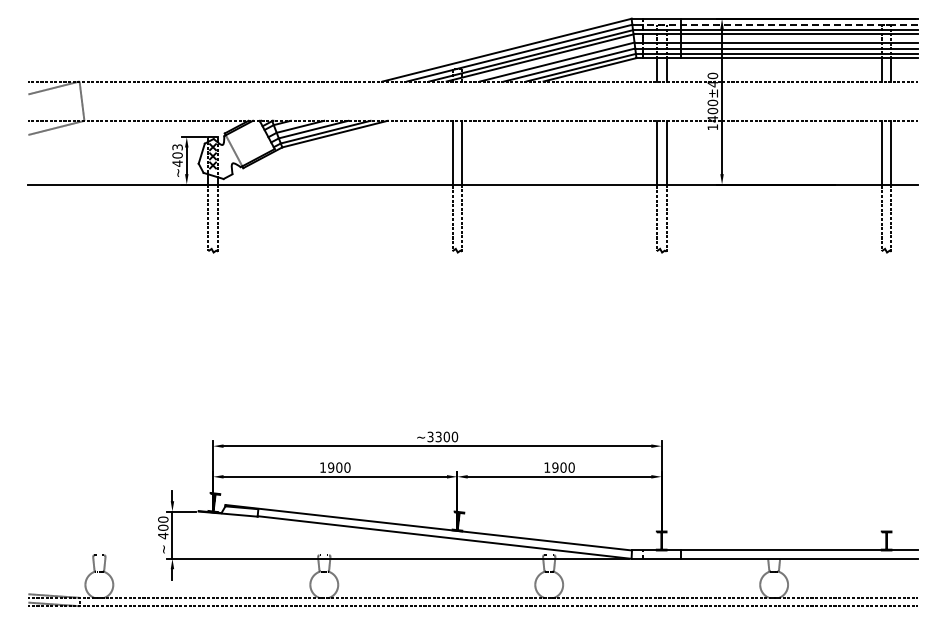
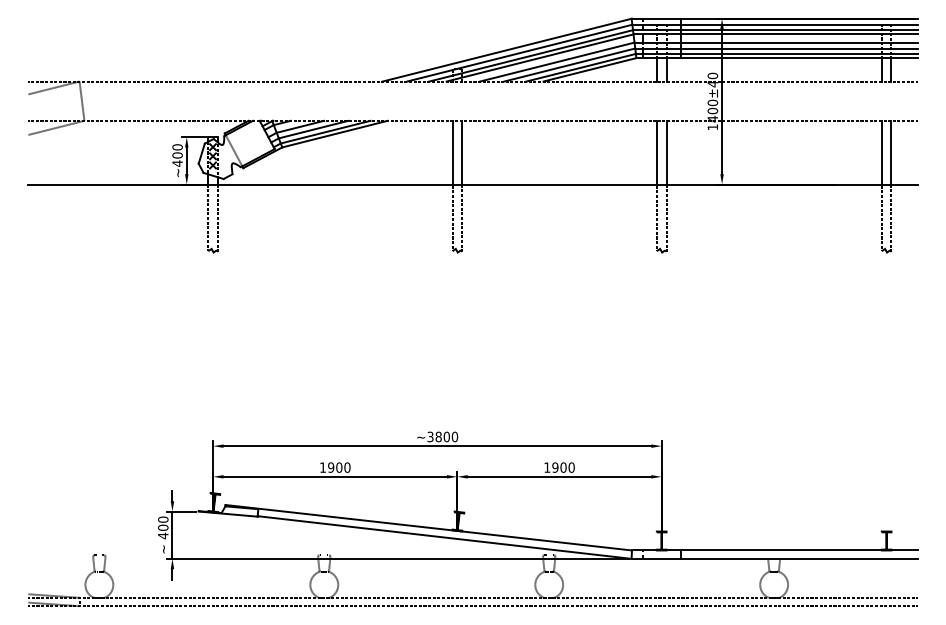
line at (779, 24): dashed -> solid
text at (177, 147): ~403 -> ~400
text at (438, 436): ~3300 -> ~3800
